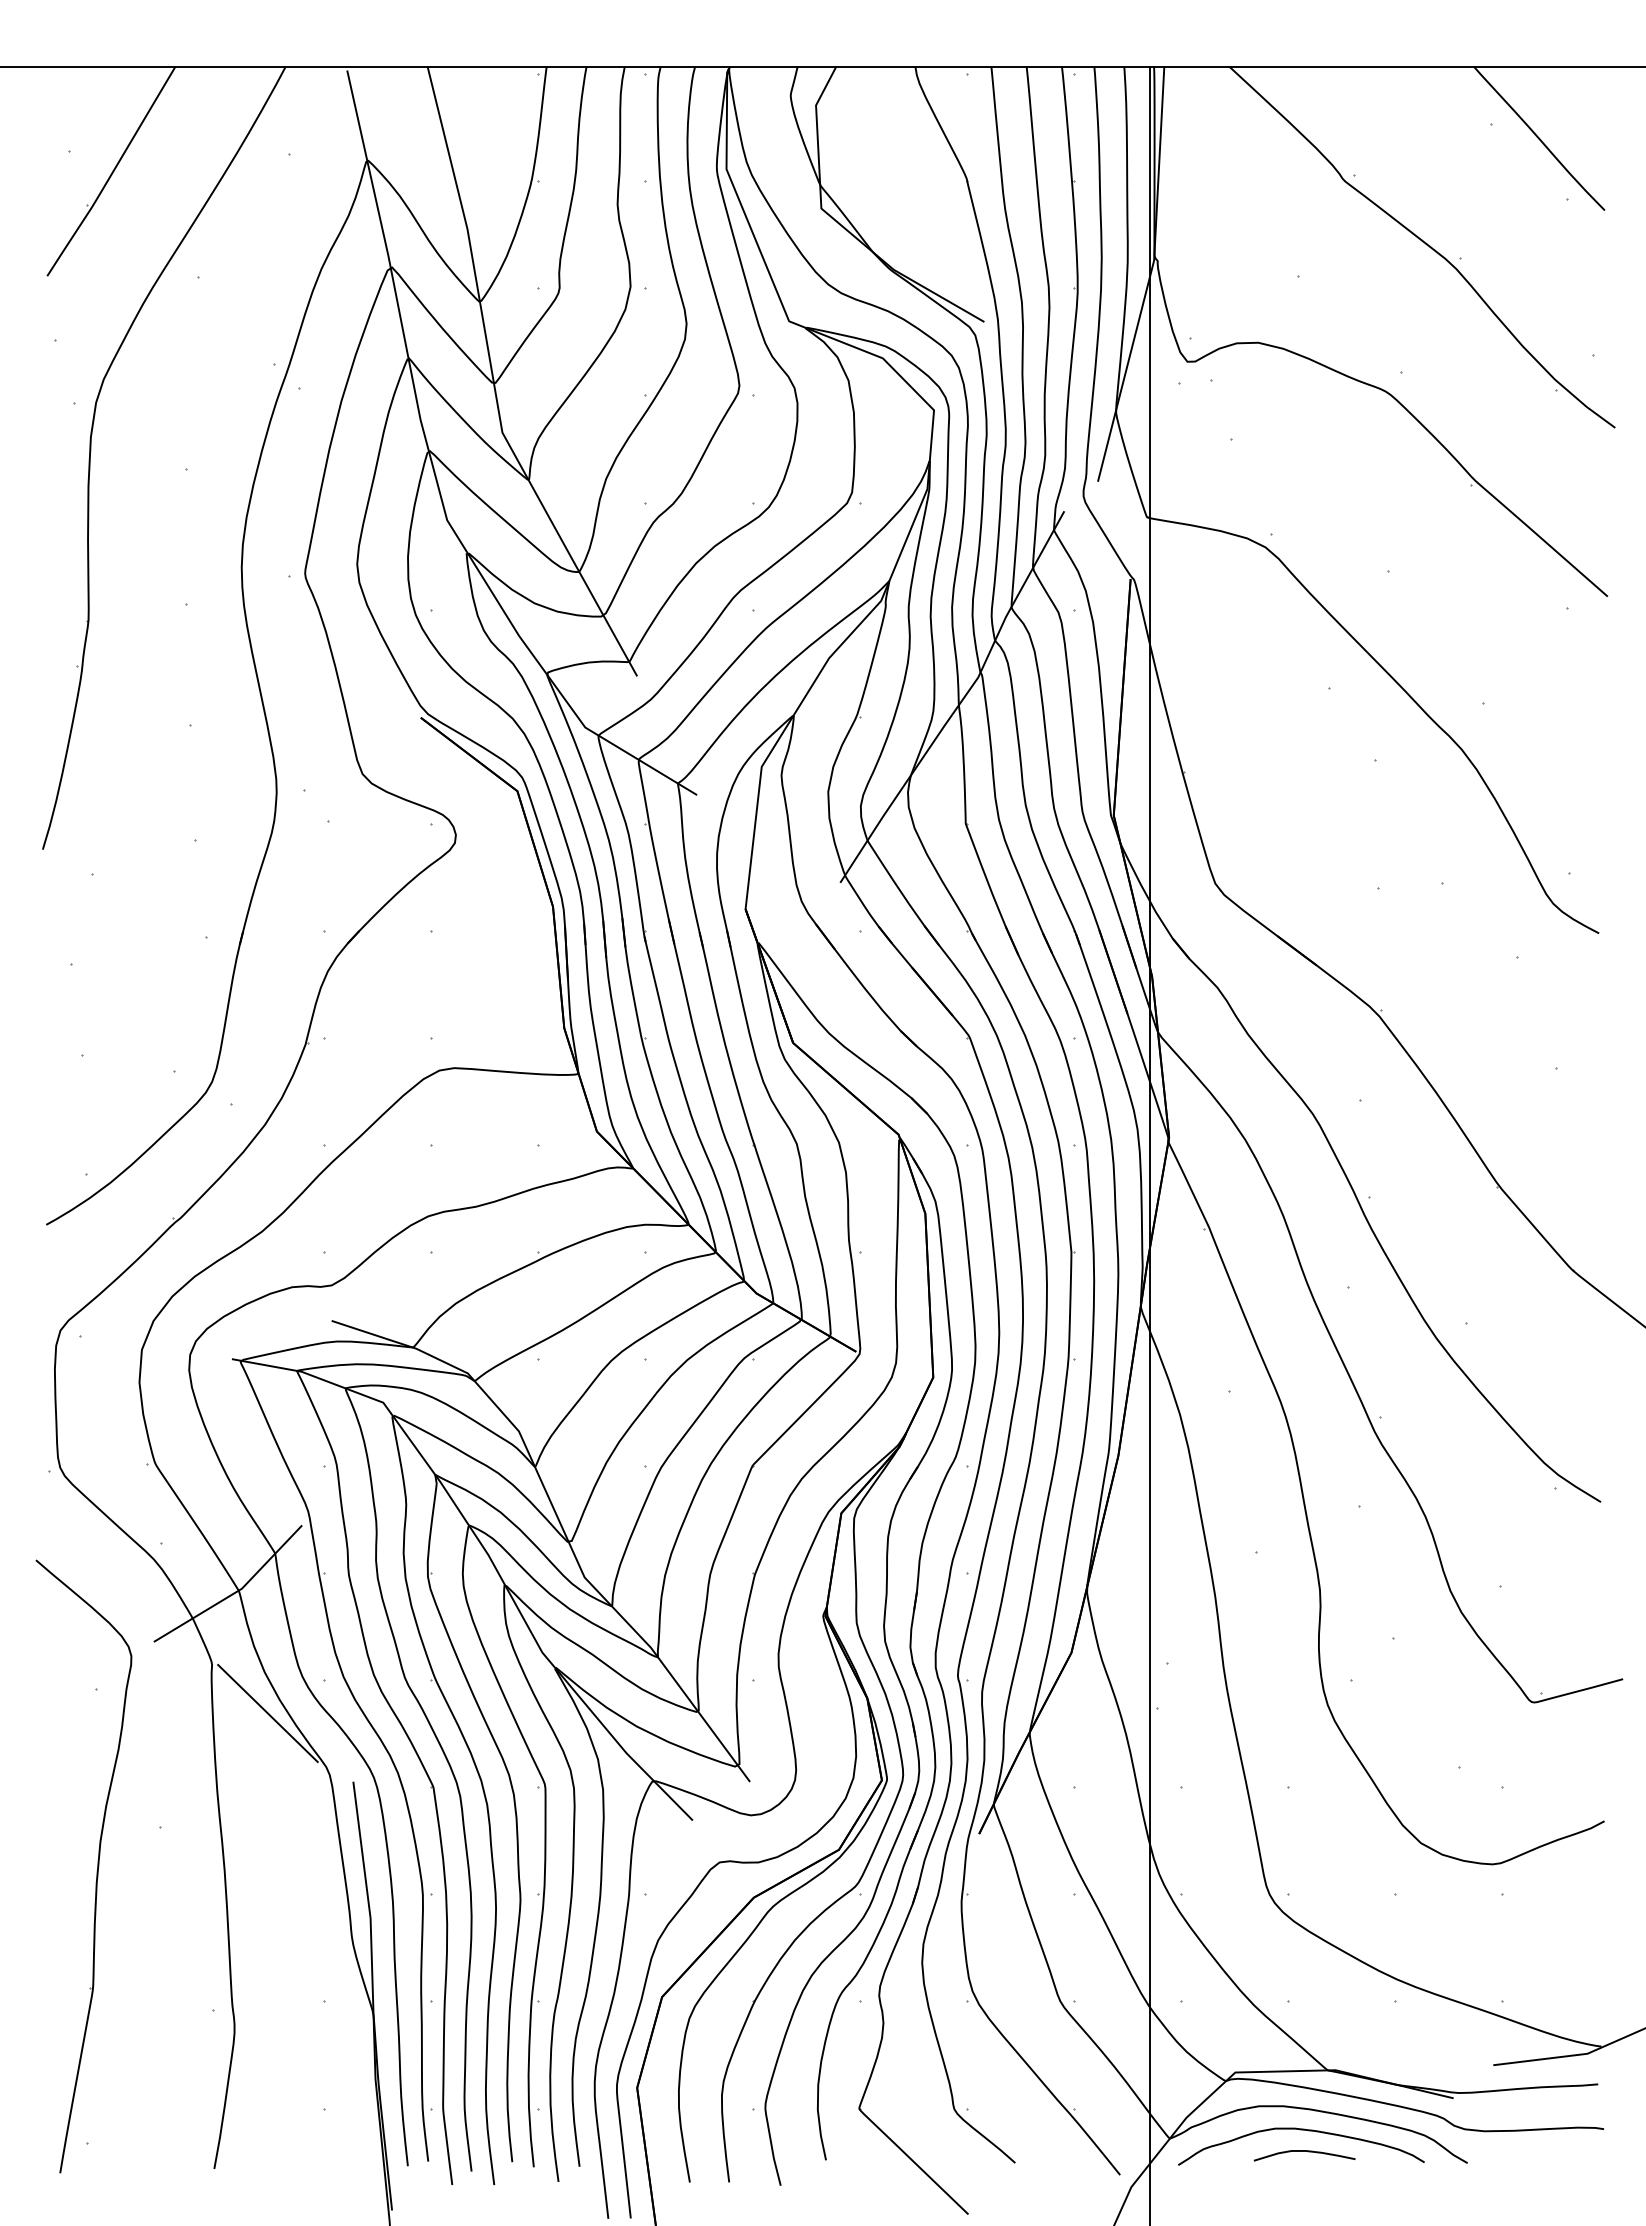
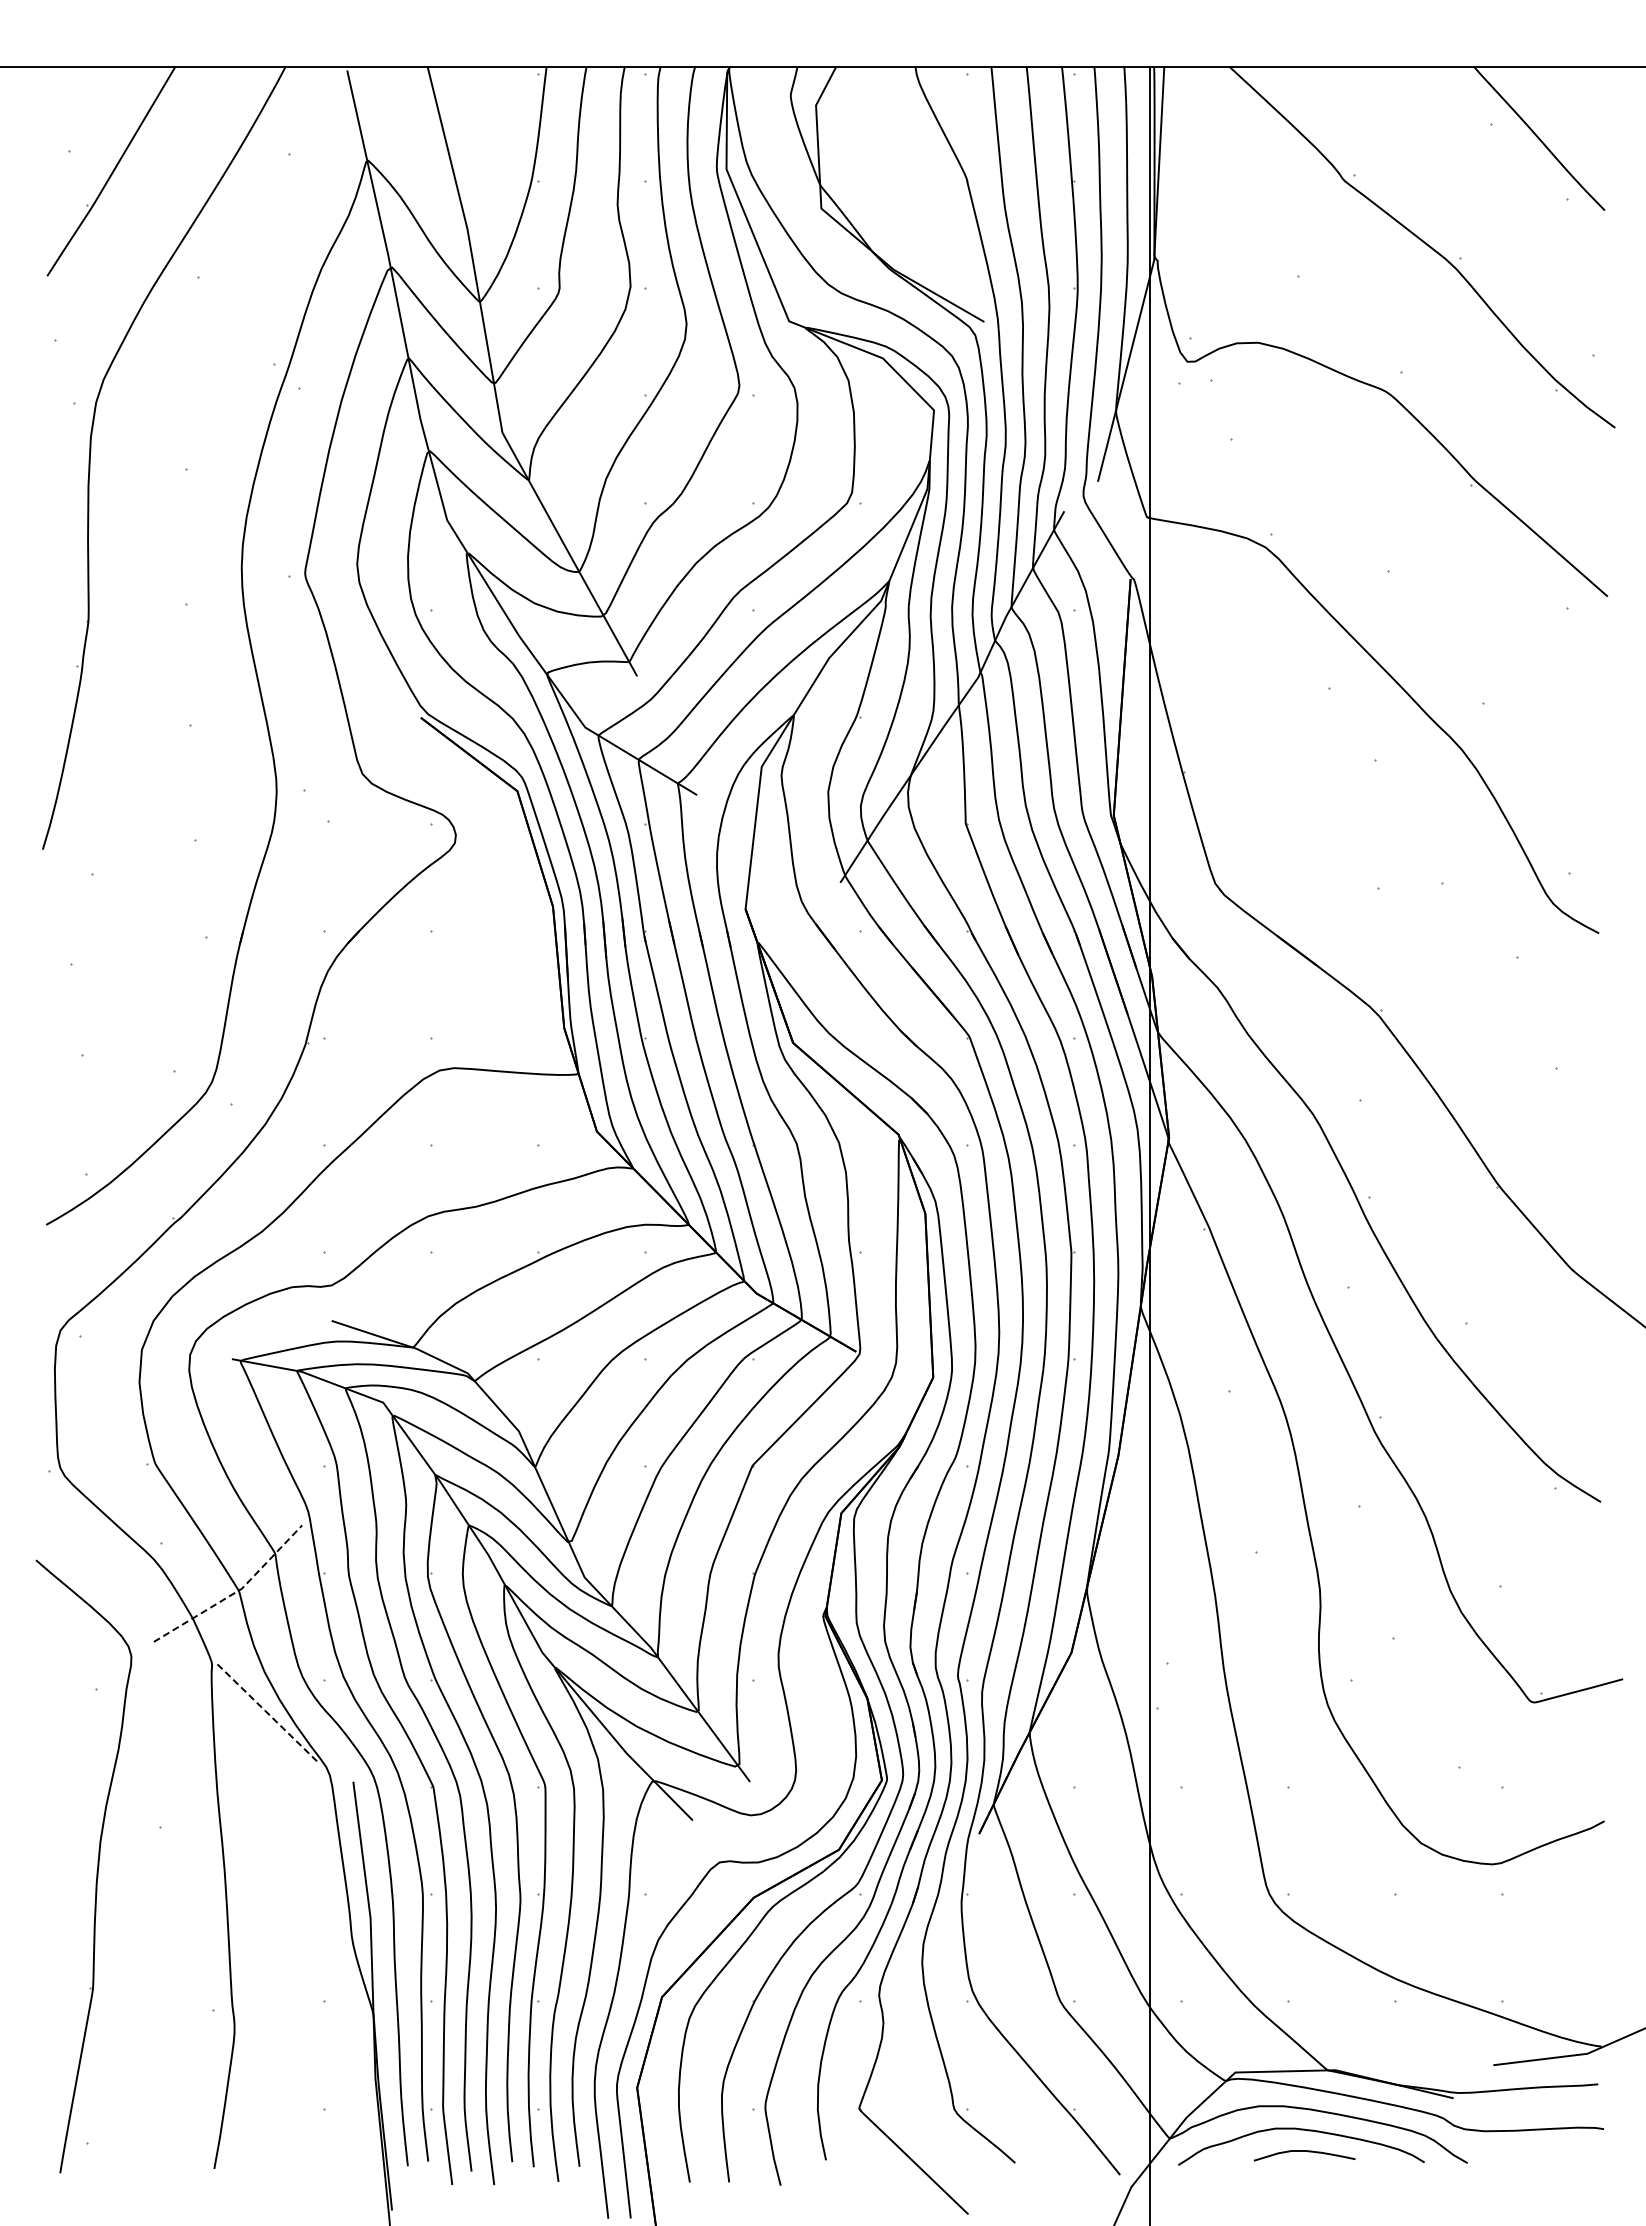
line at (235, 1592): solid -> dashed
line at (268, 1713): solid -> dashed
